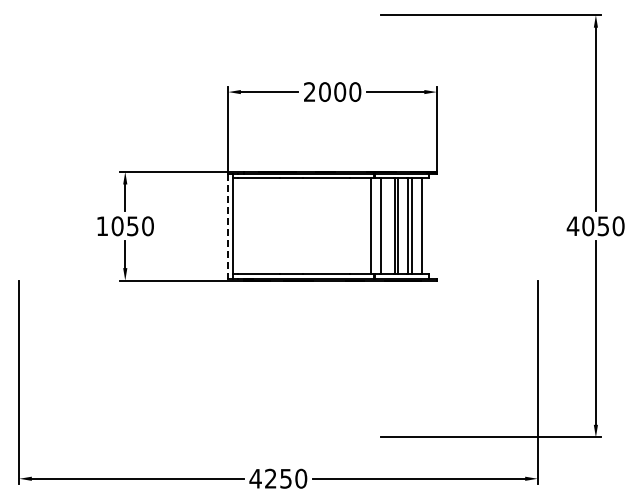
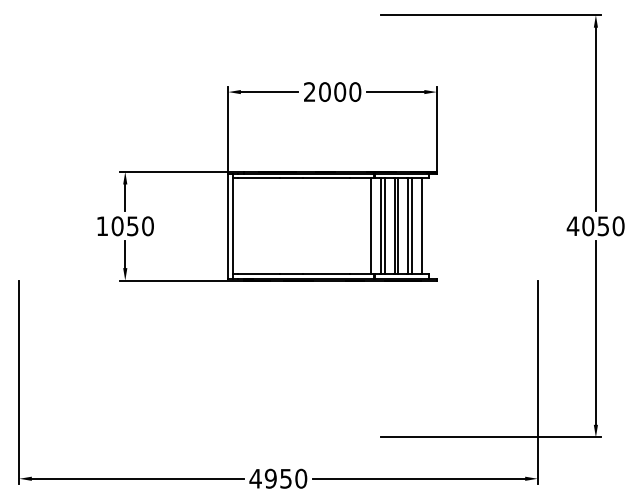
line at (228, 226): dashed -> solid
line at (384, 226): none -> present
text at (270, 478): 4250 -> 4950
